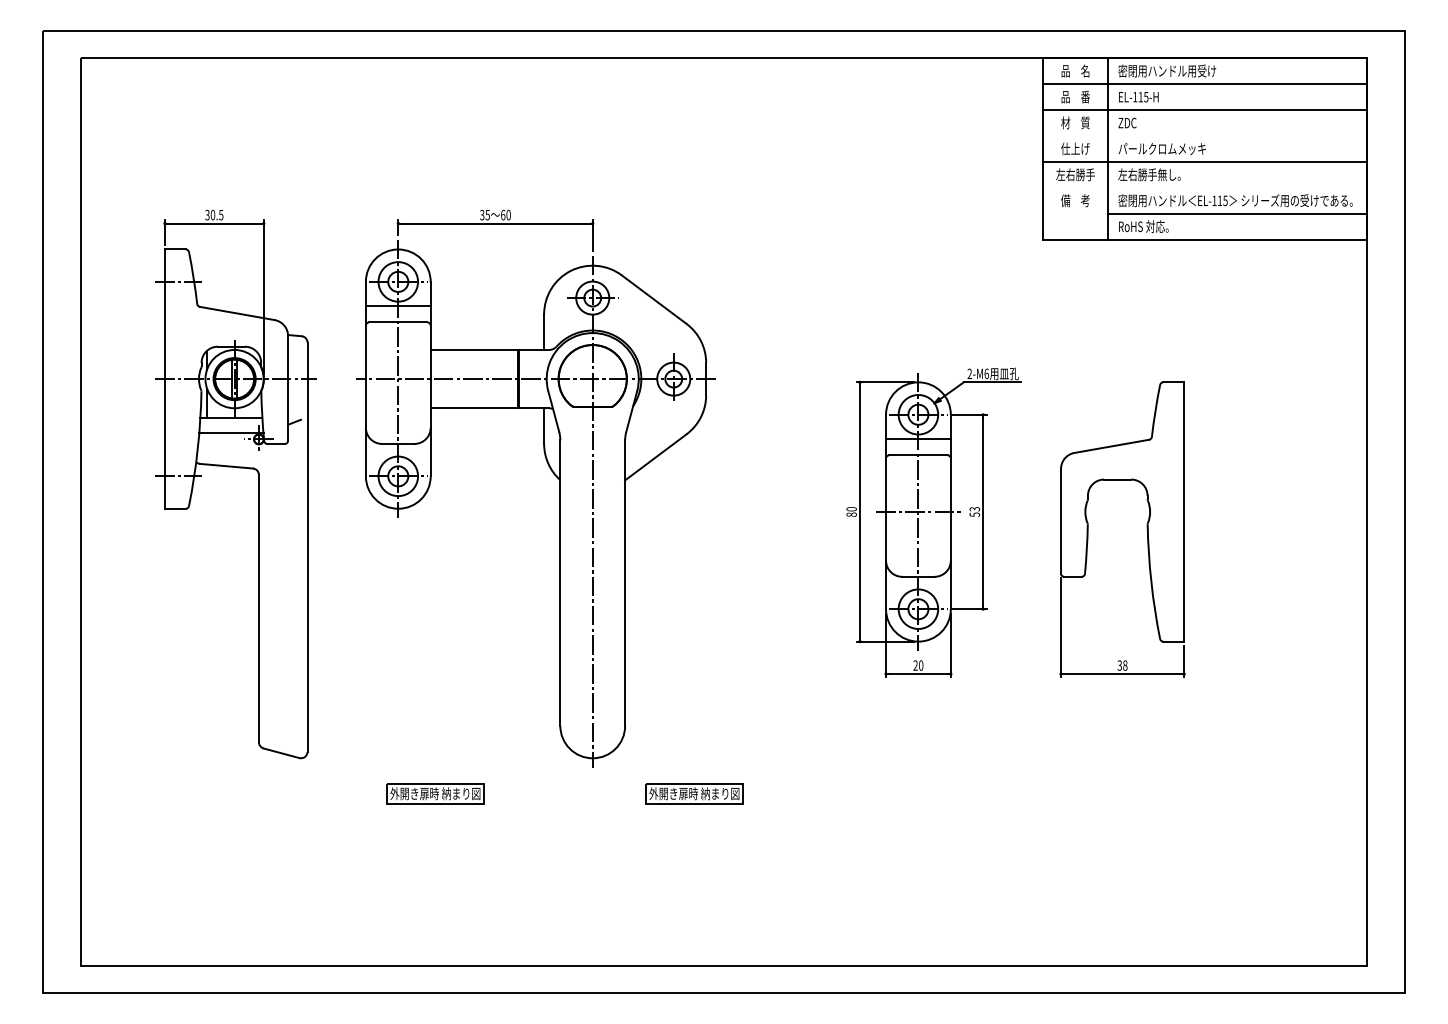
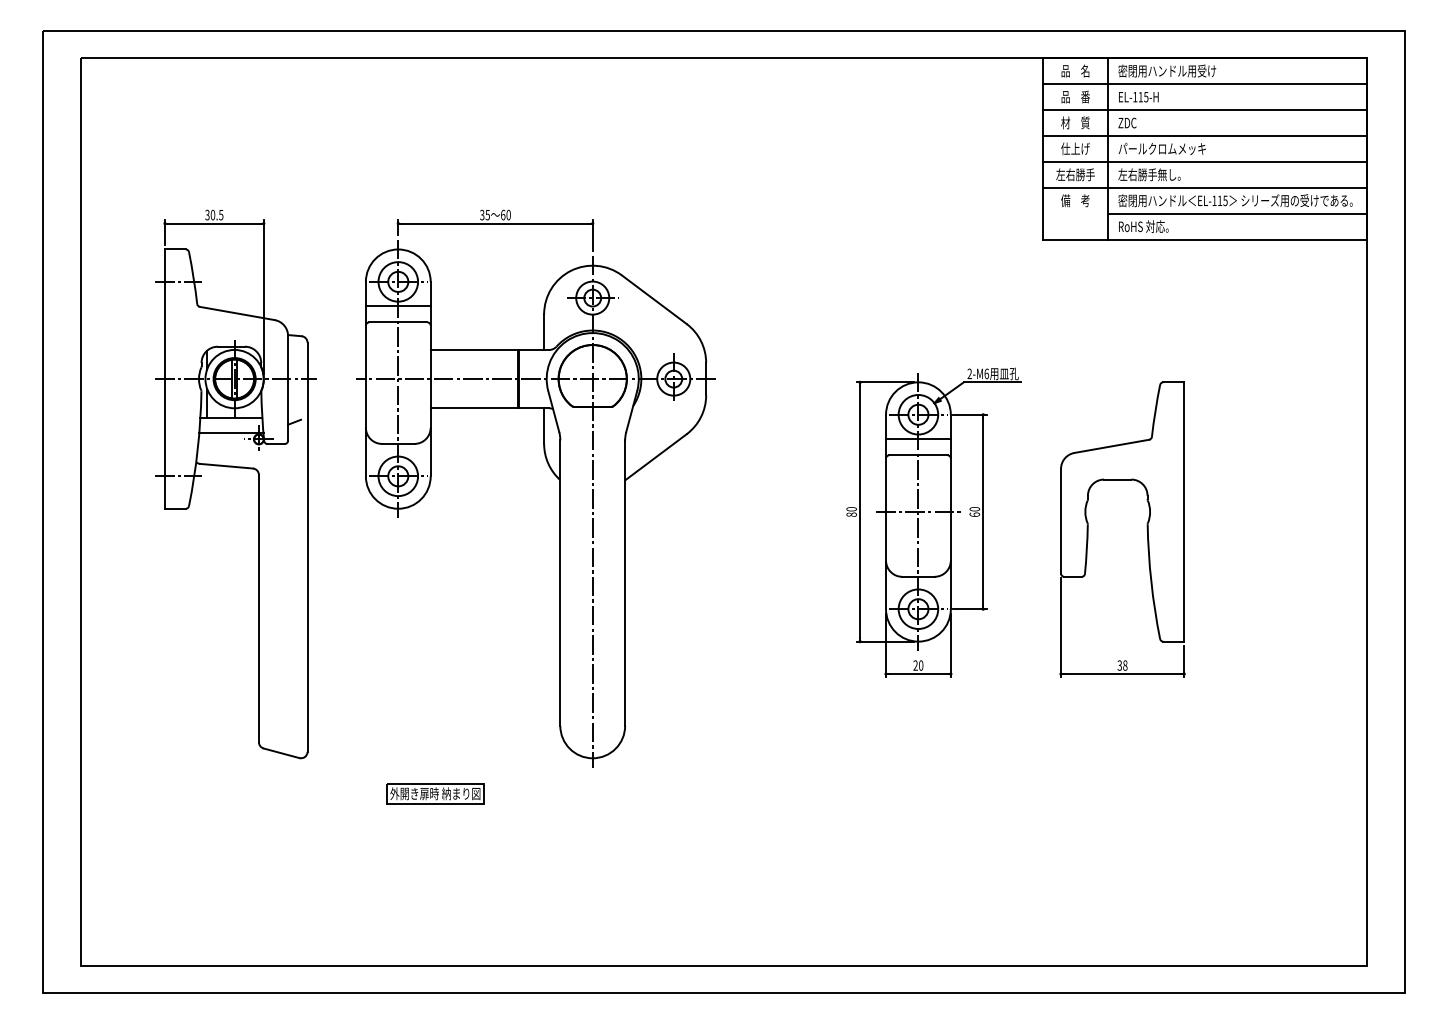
line at (1205, 136): none -> present
line at (1205, 187): none -> present
text at (974, 511): 53 -> 60
part at (694, 793): present -> none
